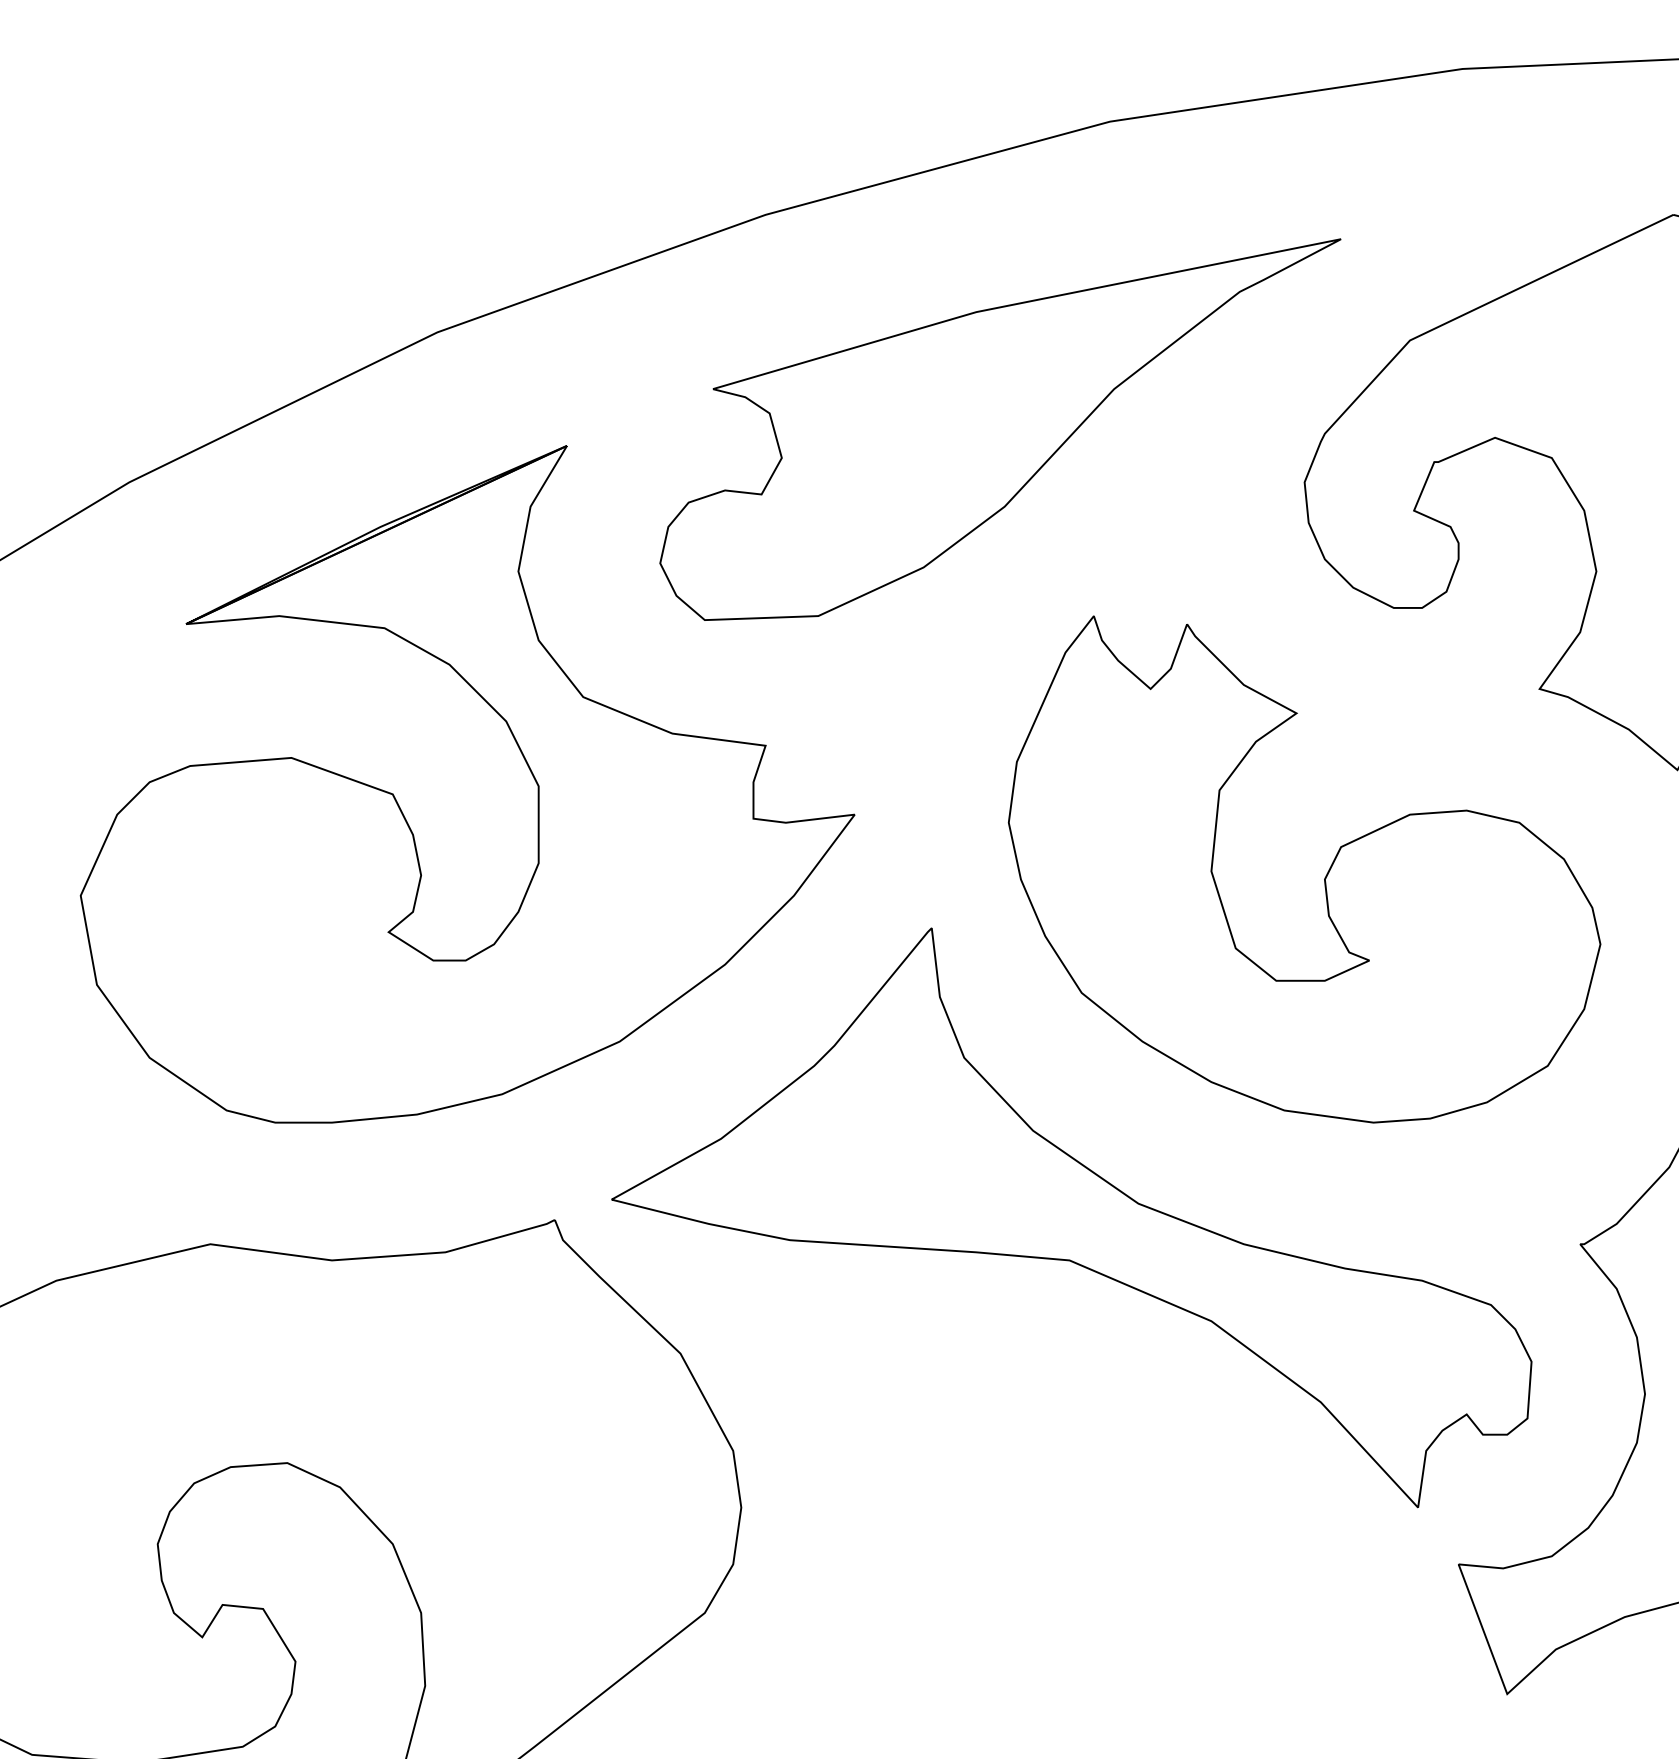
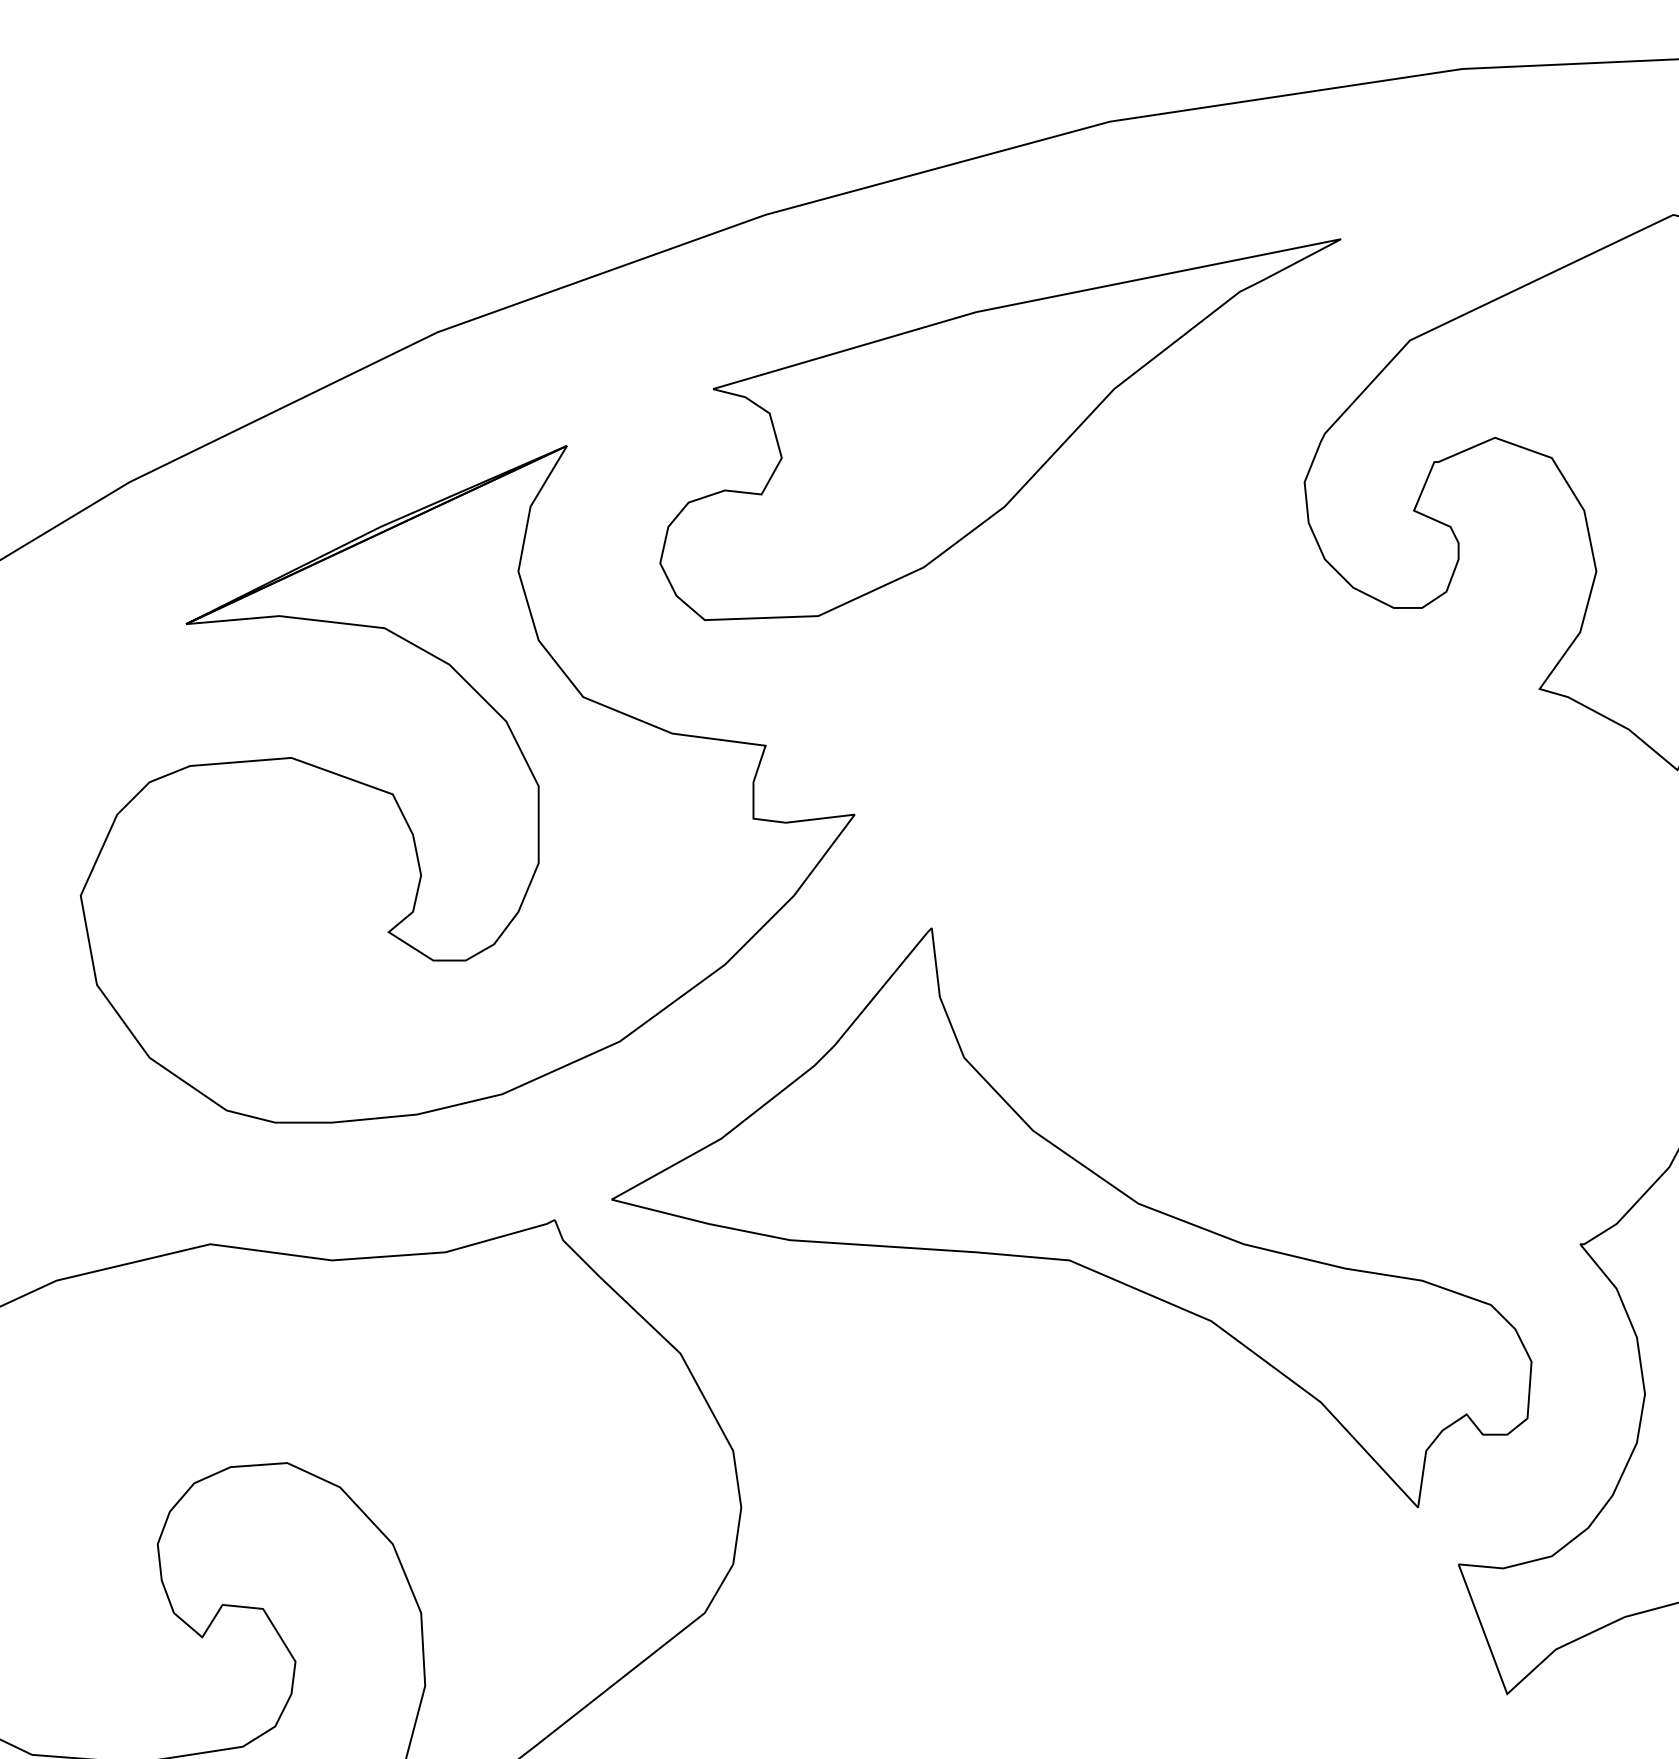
part at (1324, 877): present -> none
